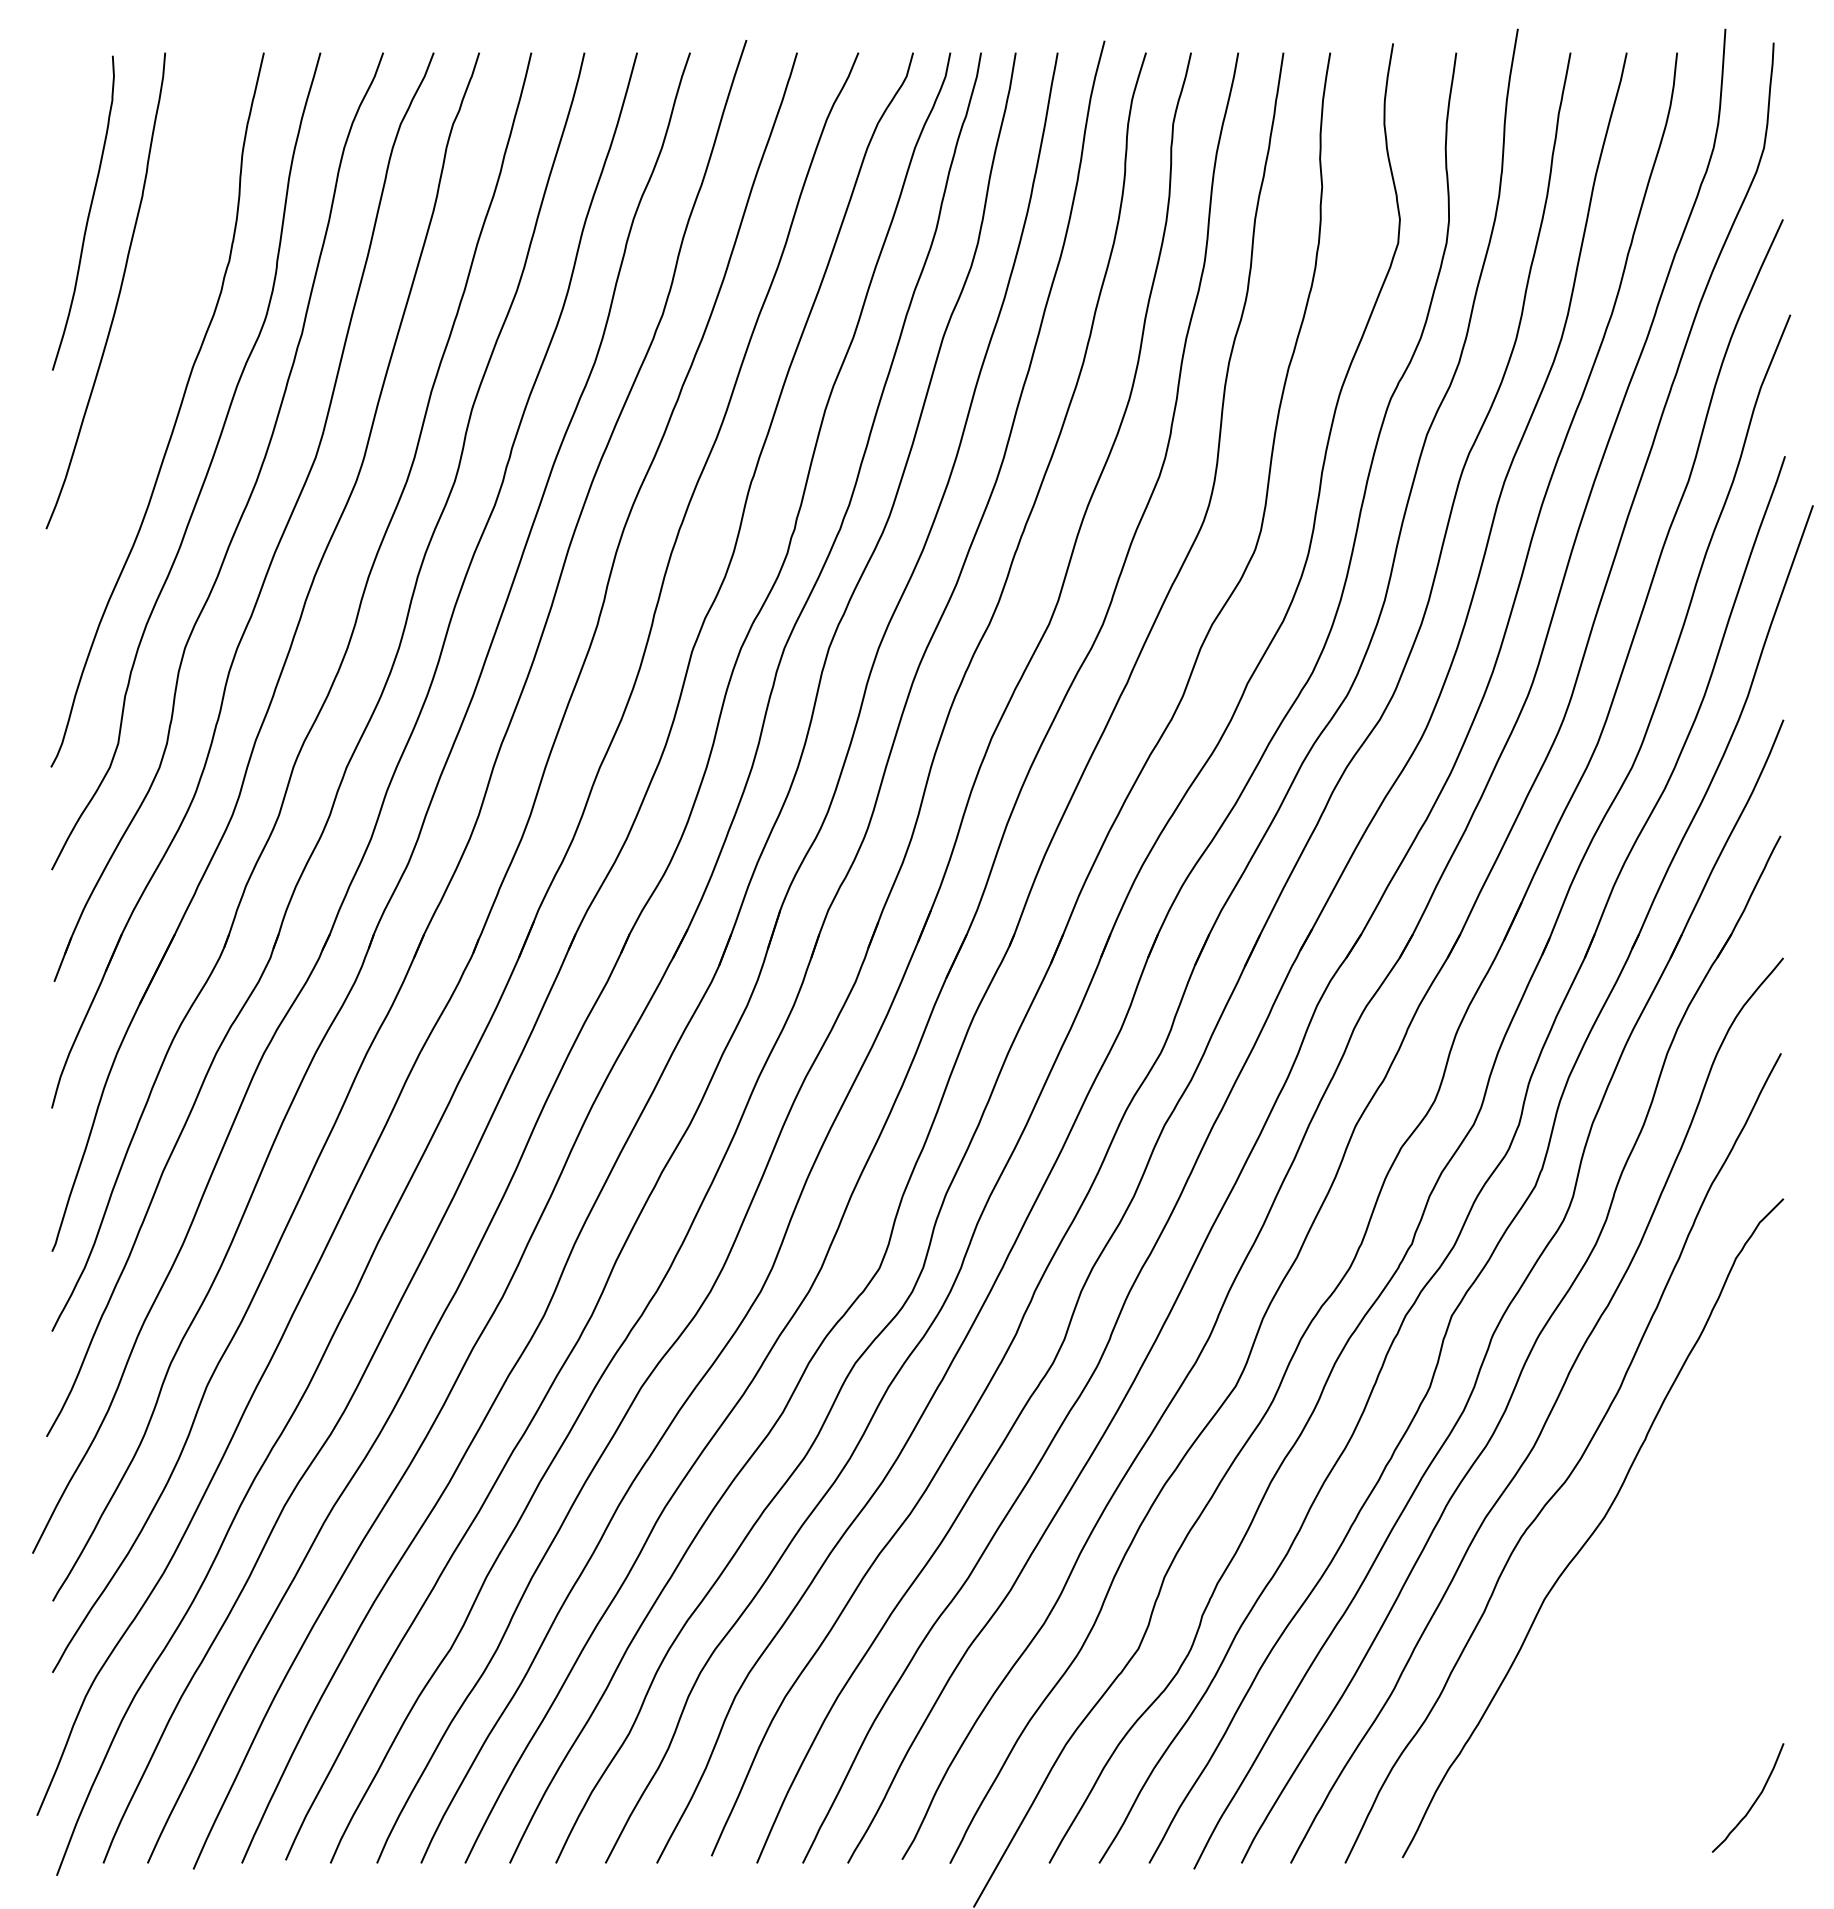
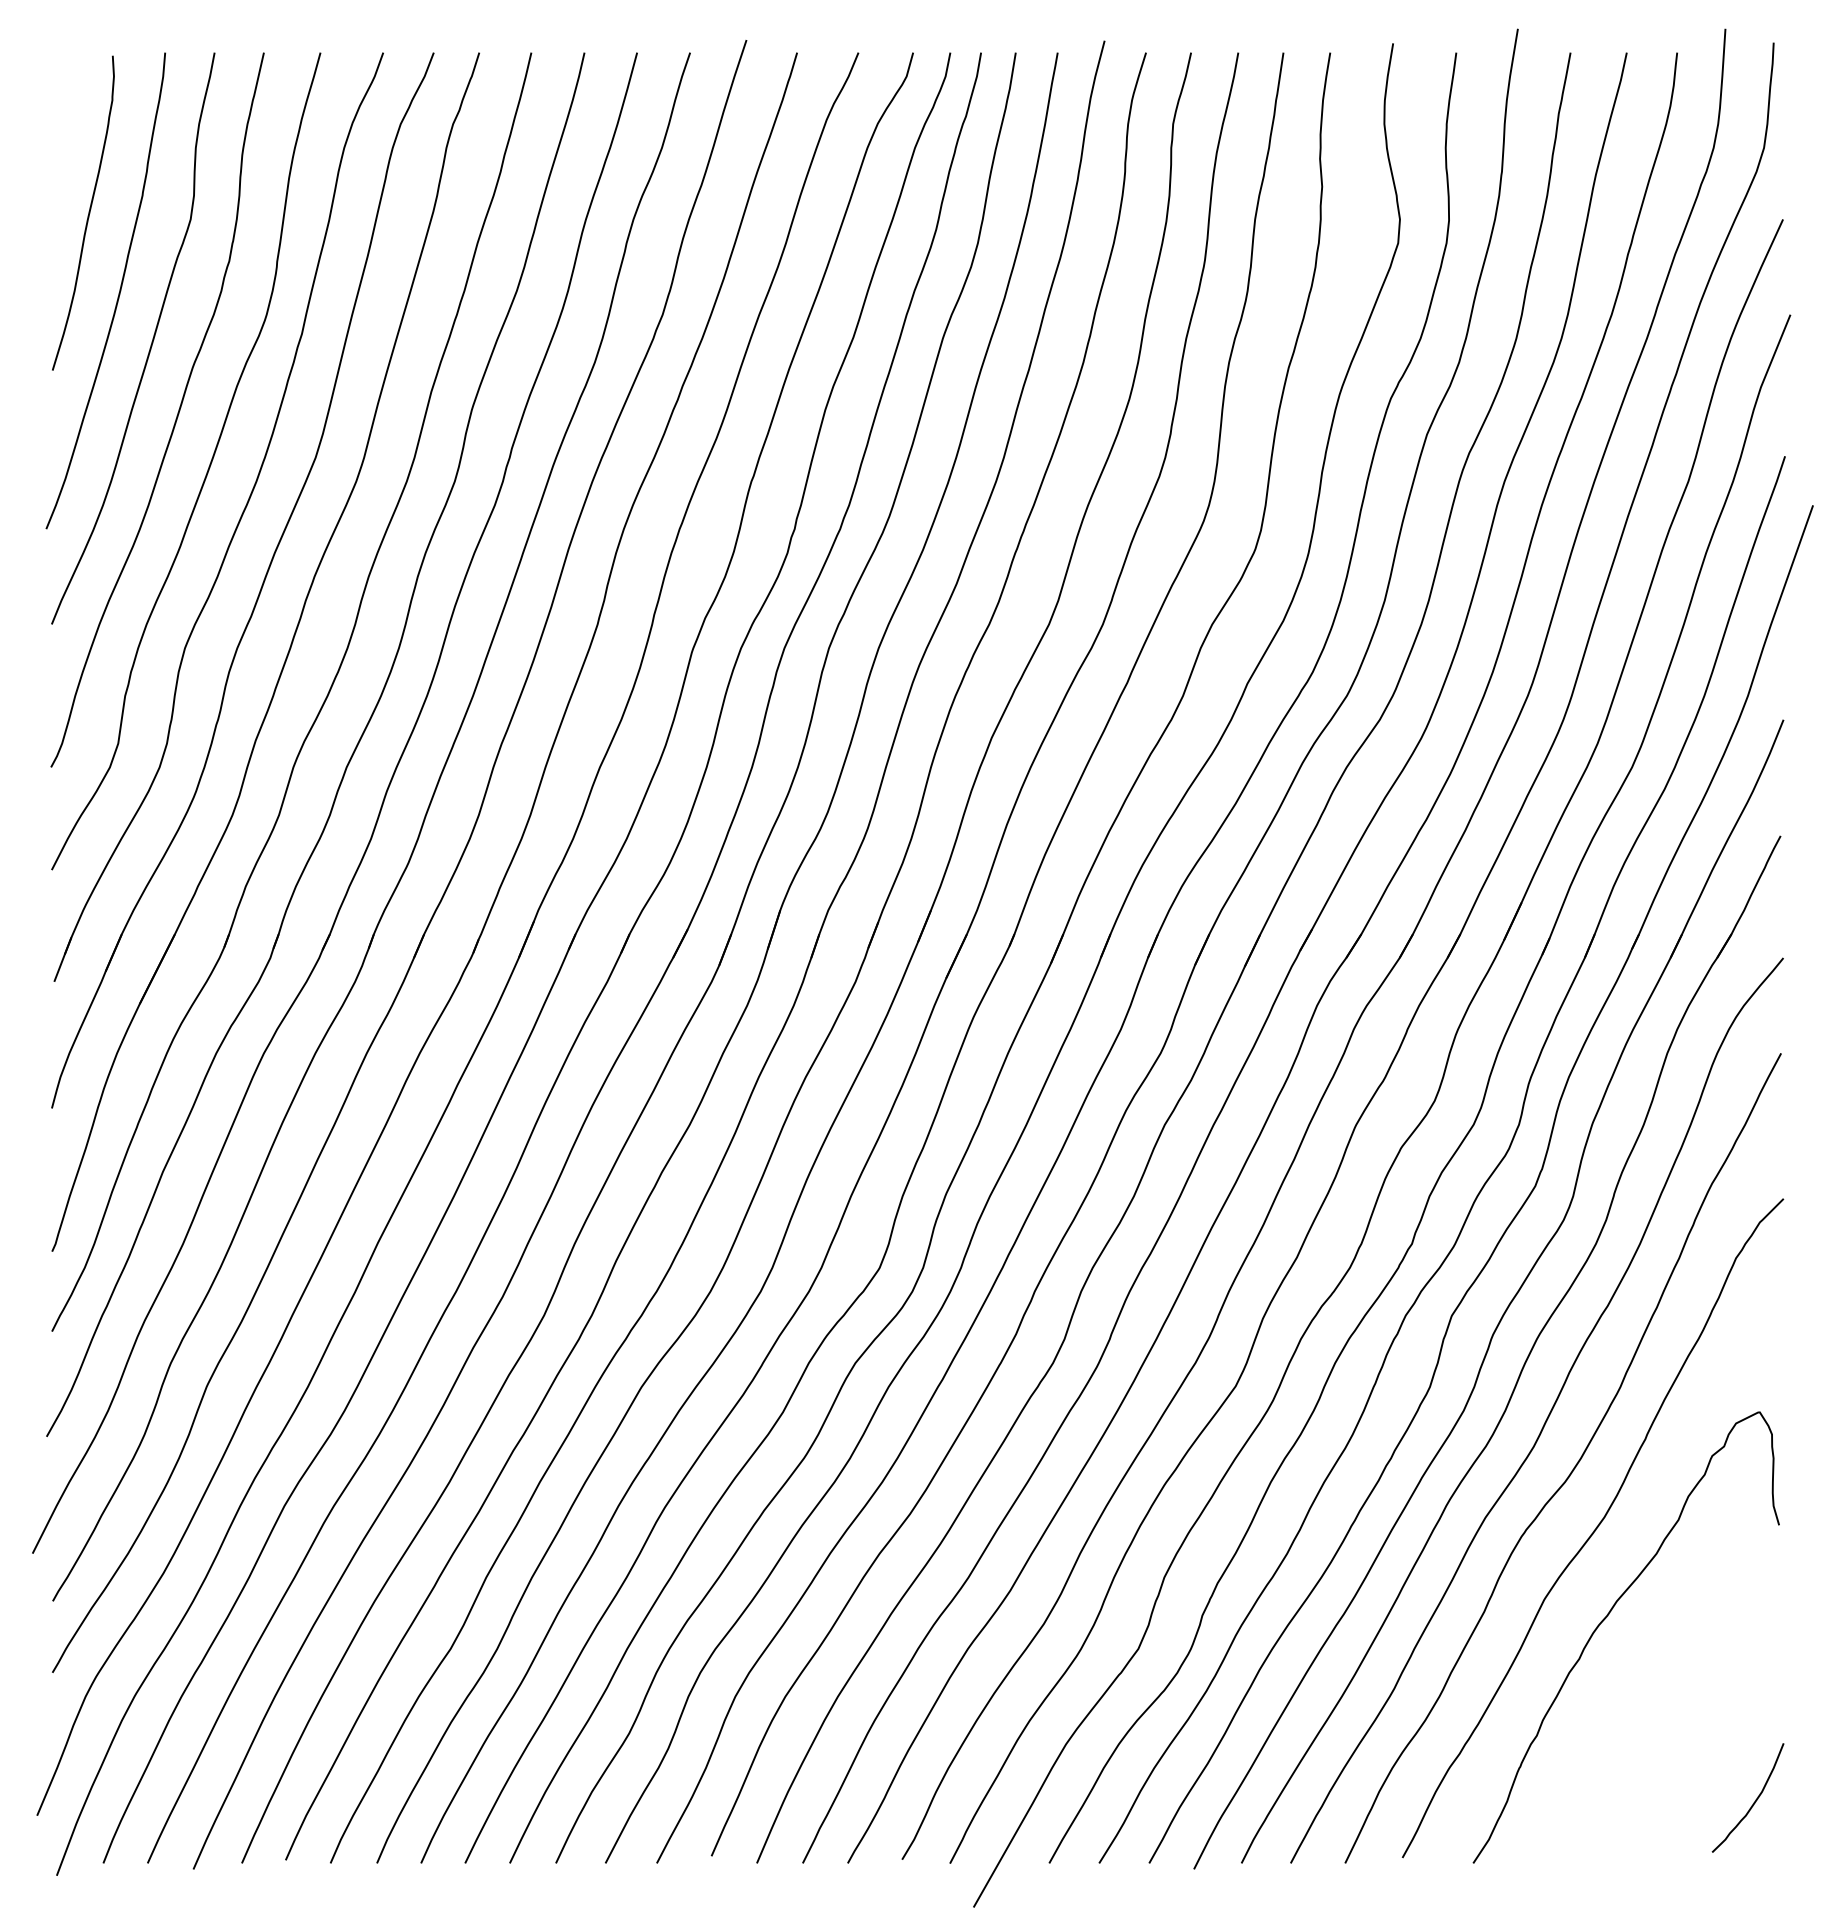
curve at (150, 344): none -> present
curve at (1606, 1618): none -> present
